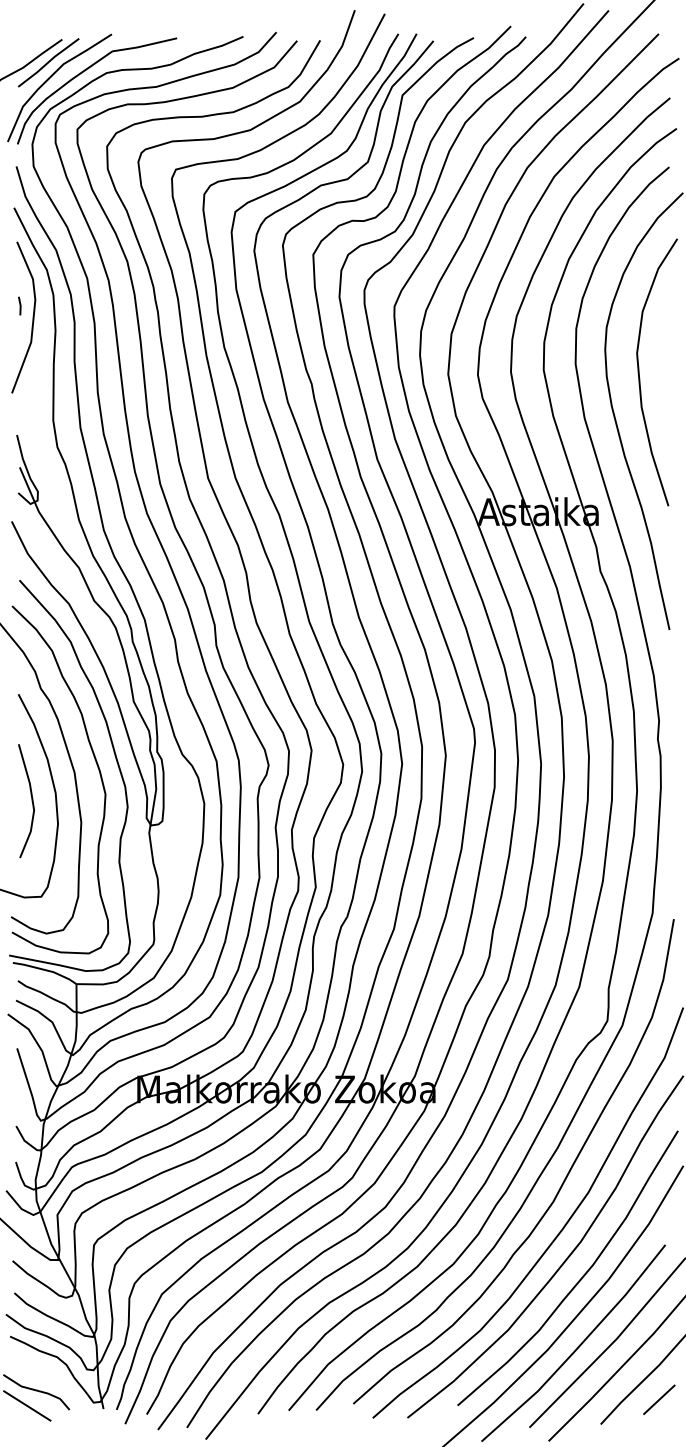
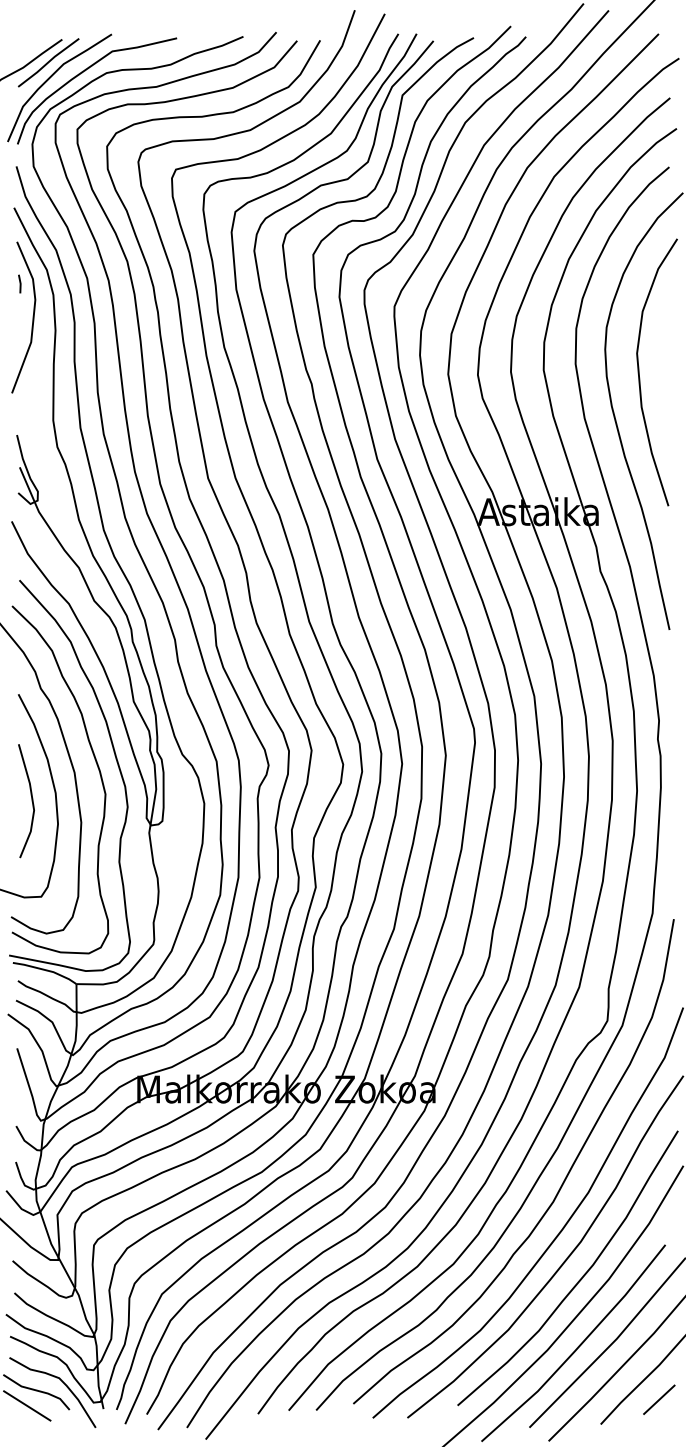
line at (19, 305) position: (19, 305) -> (19, 283)
curve at (62, 1382): none -> present
